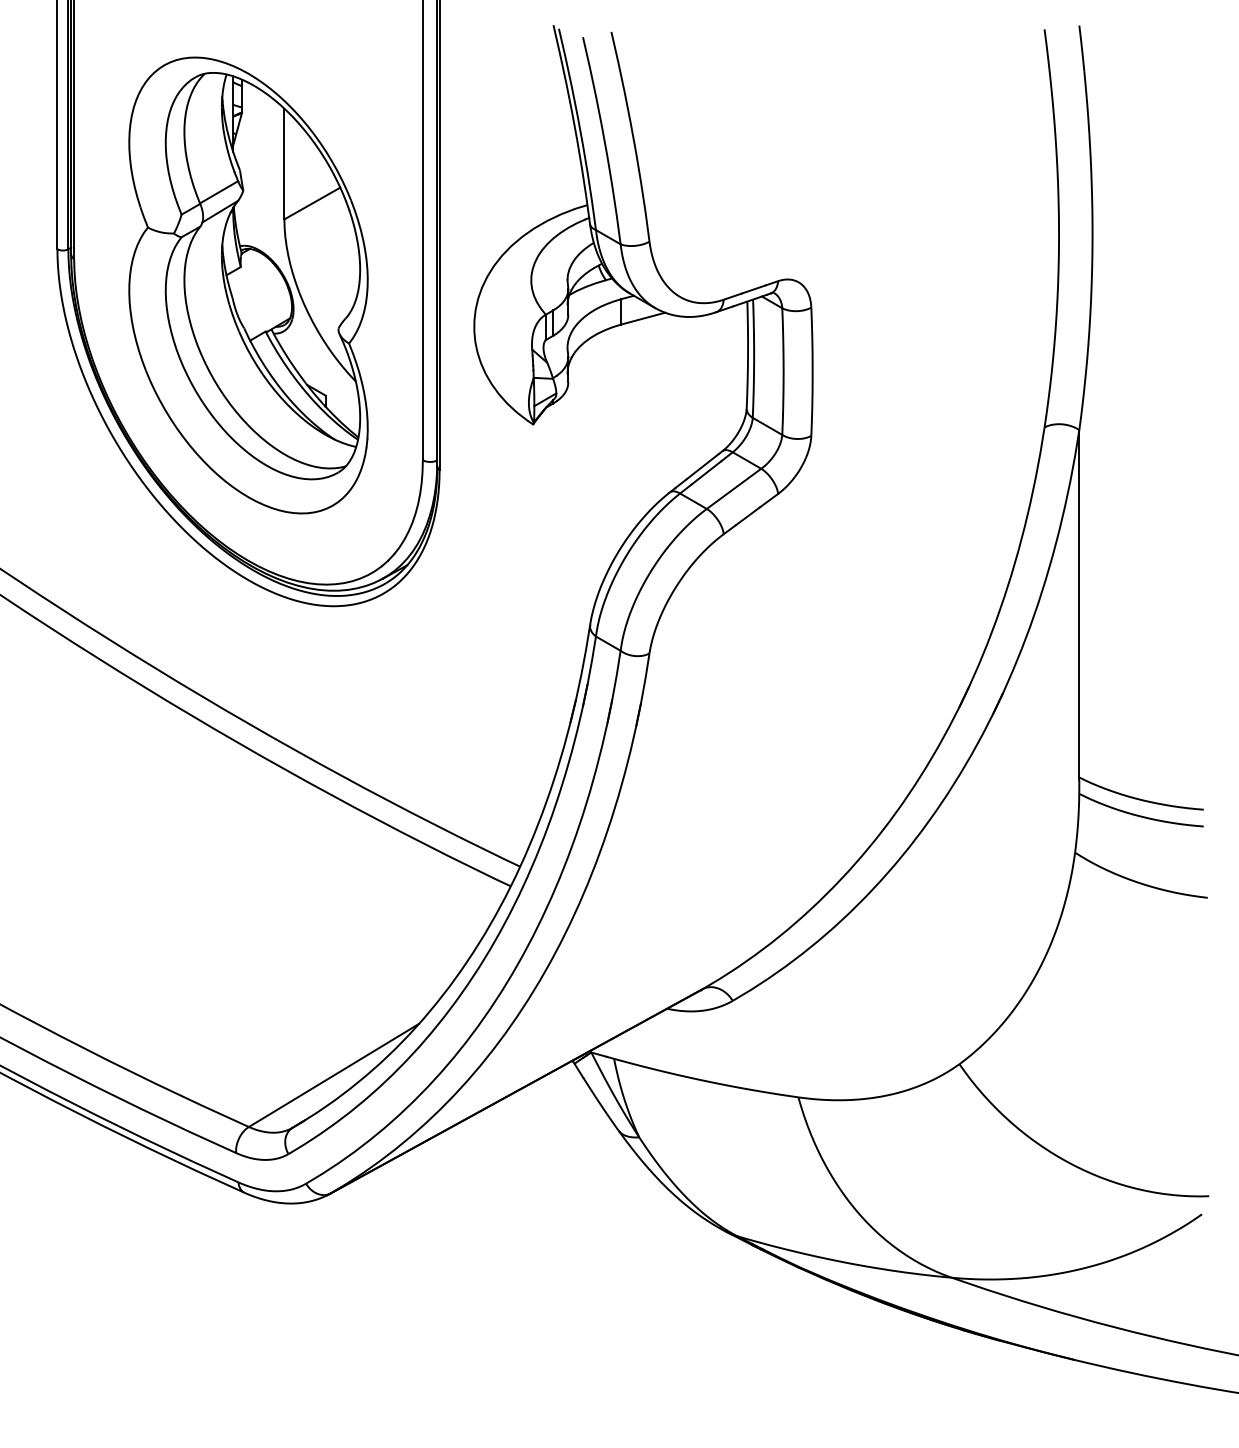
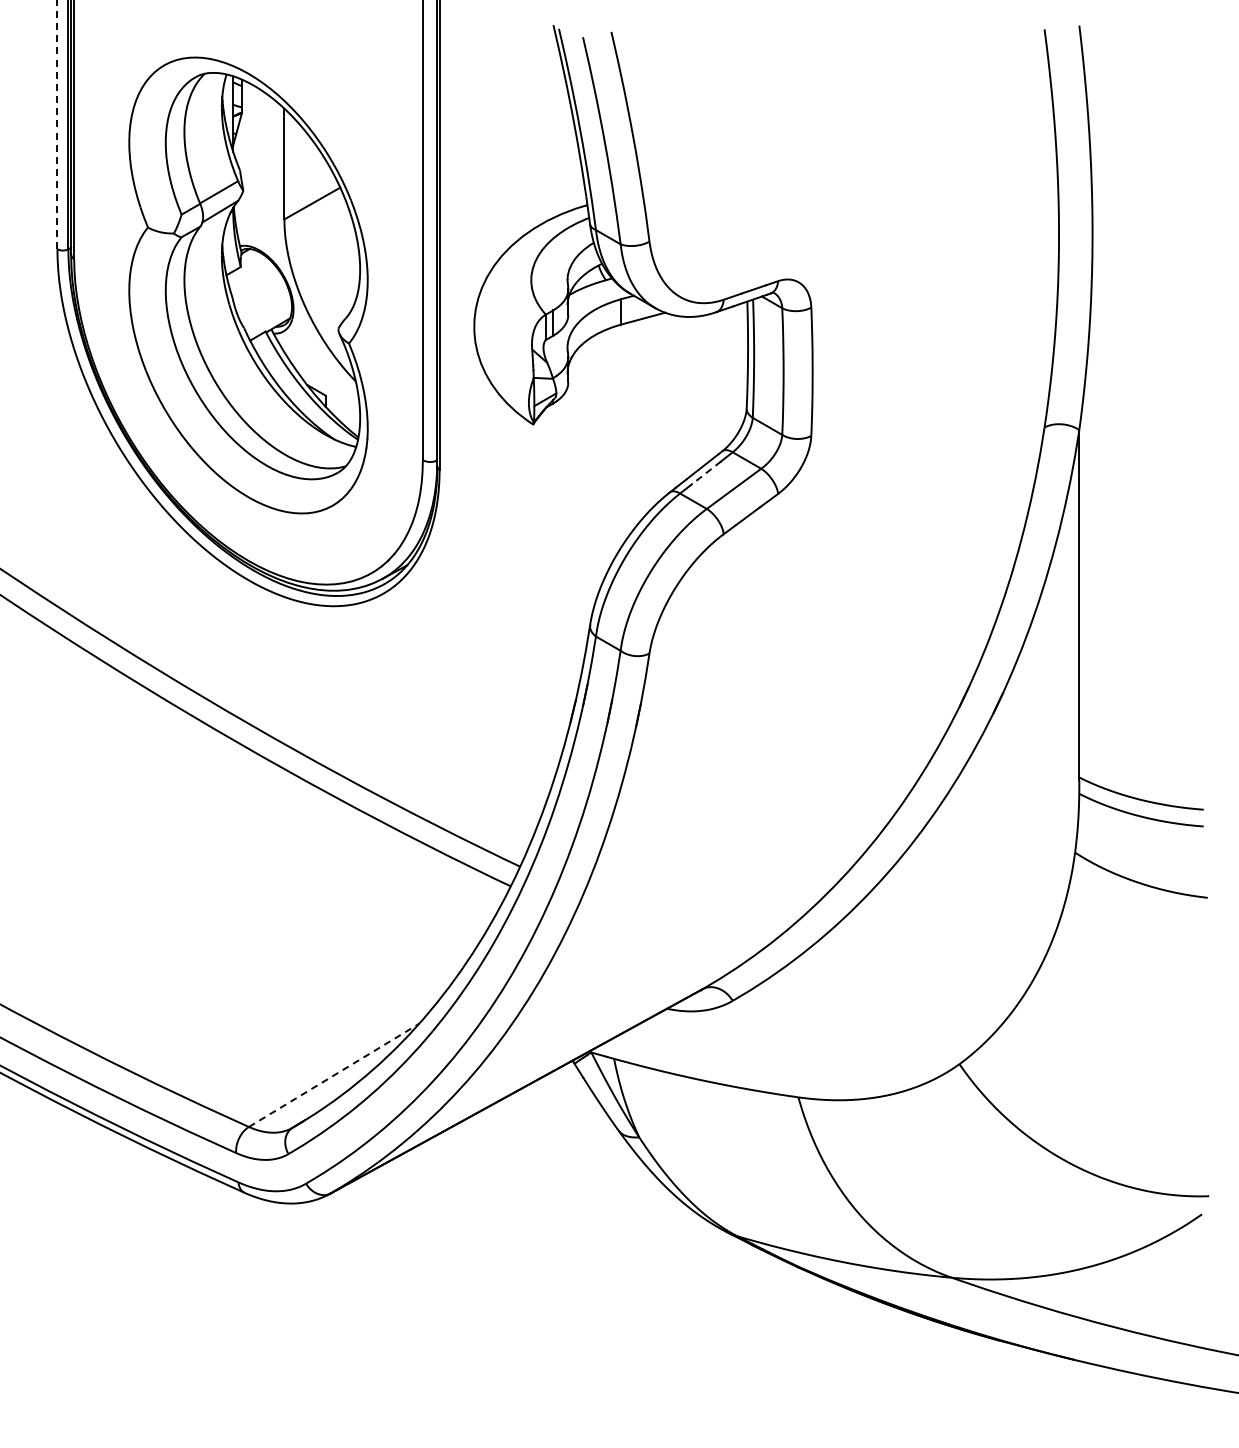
line at (57, 124): solid -> dashed
line at (706, 472): solid -> dashed
line at (334, 1075): solid -> dashed
